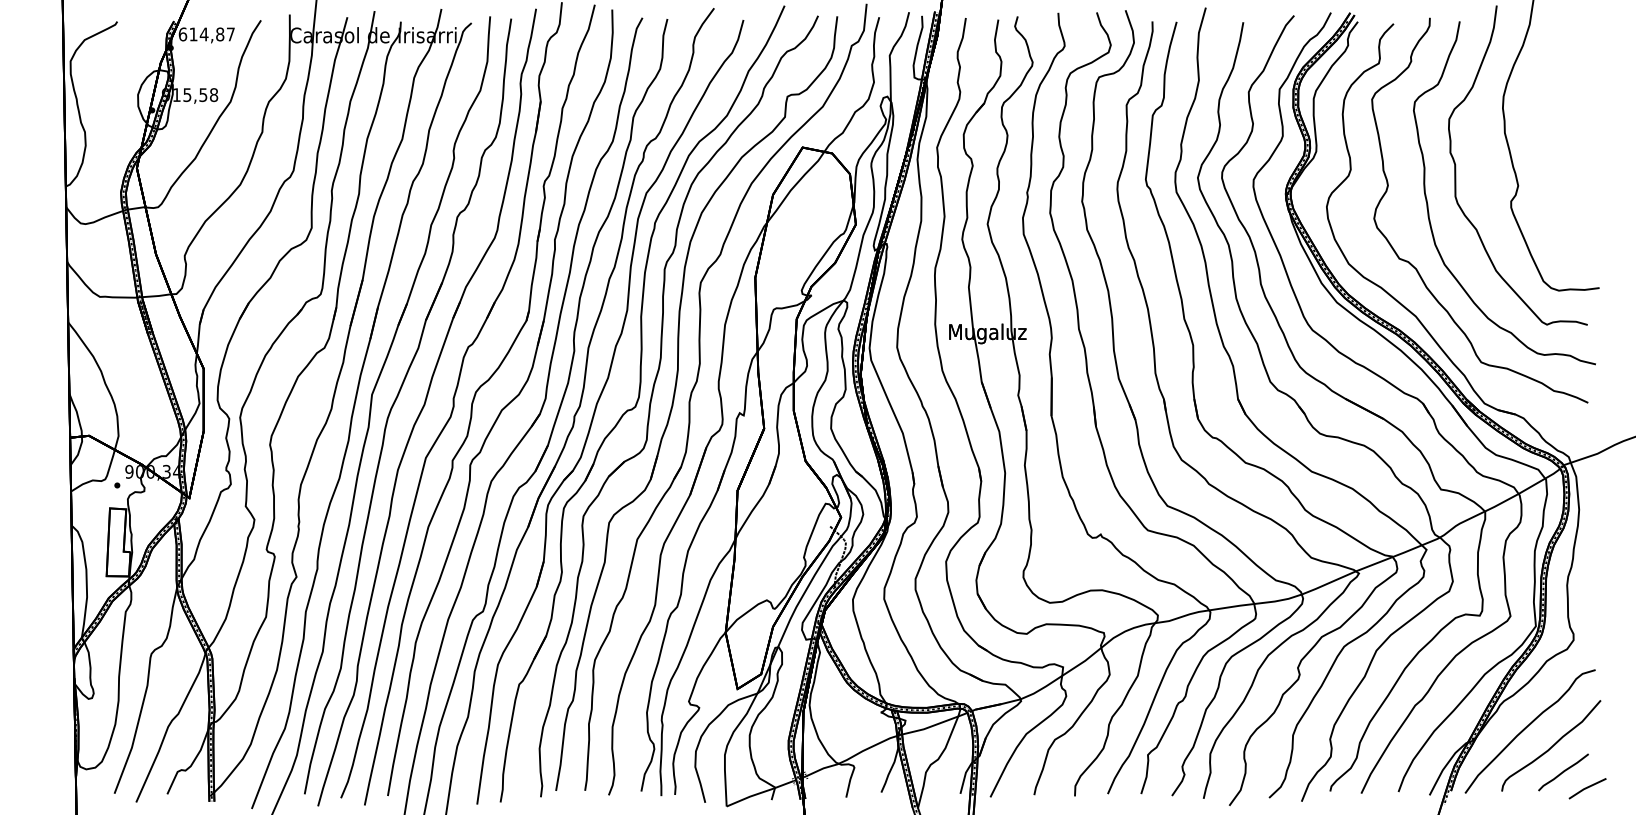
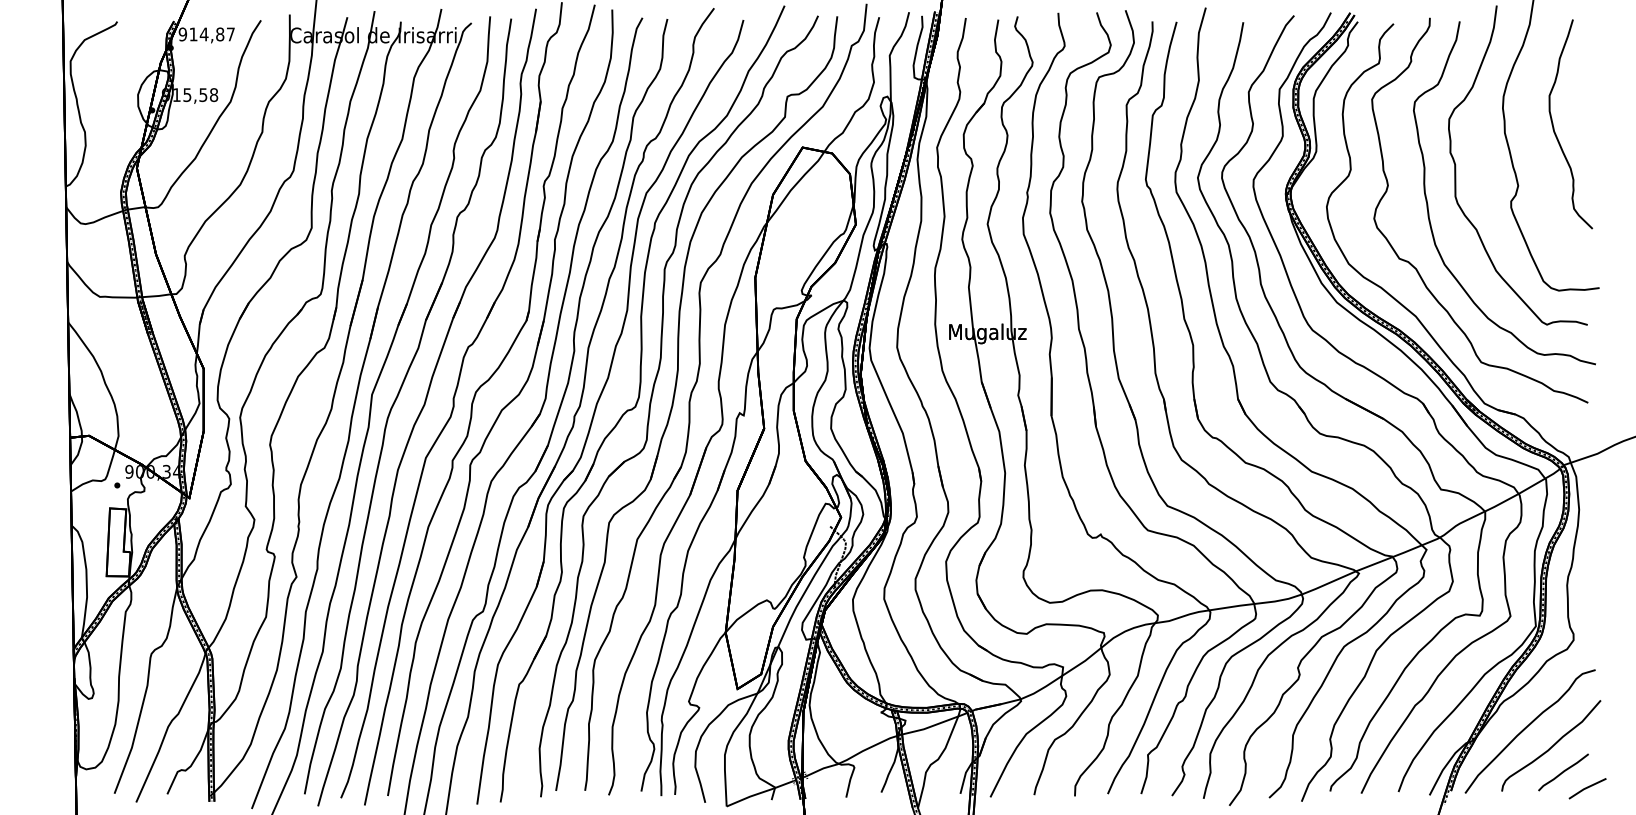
text at (182, 34): 614,87 -> 914,87
curve at (1554, 127): none -> present
